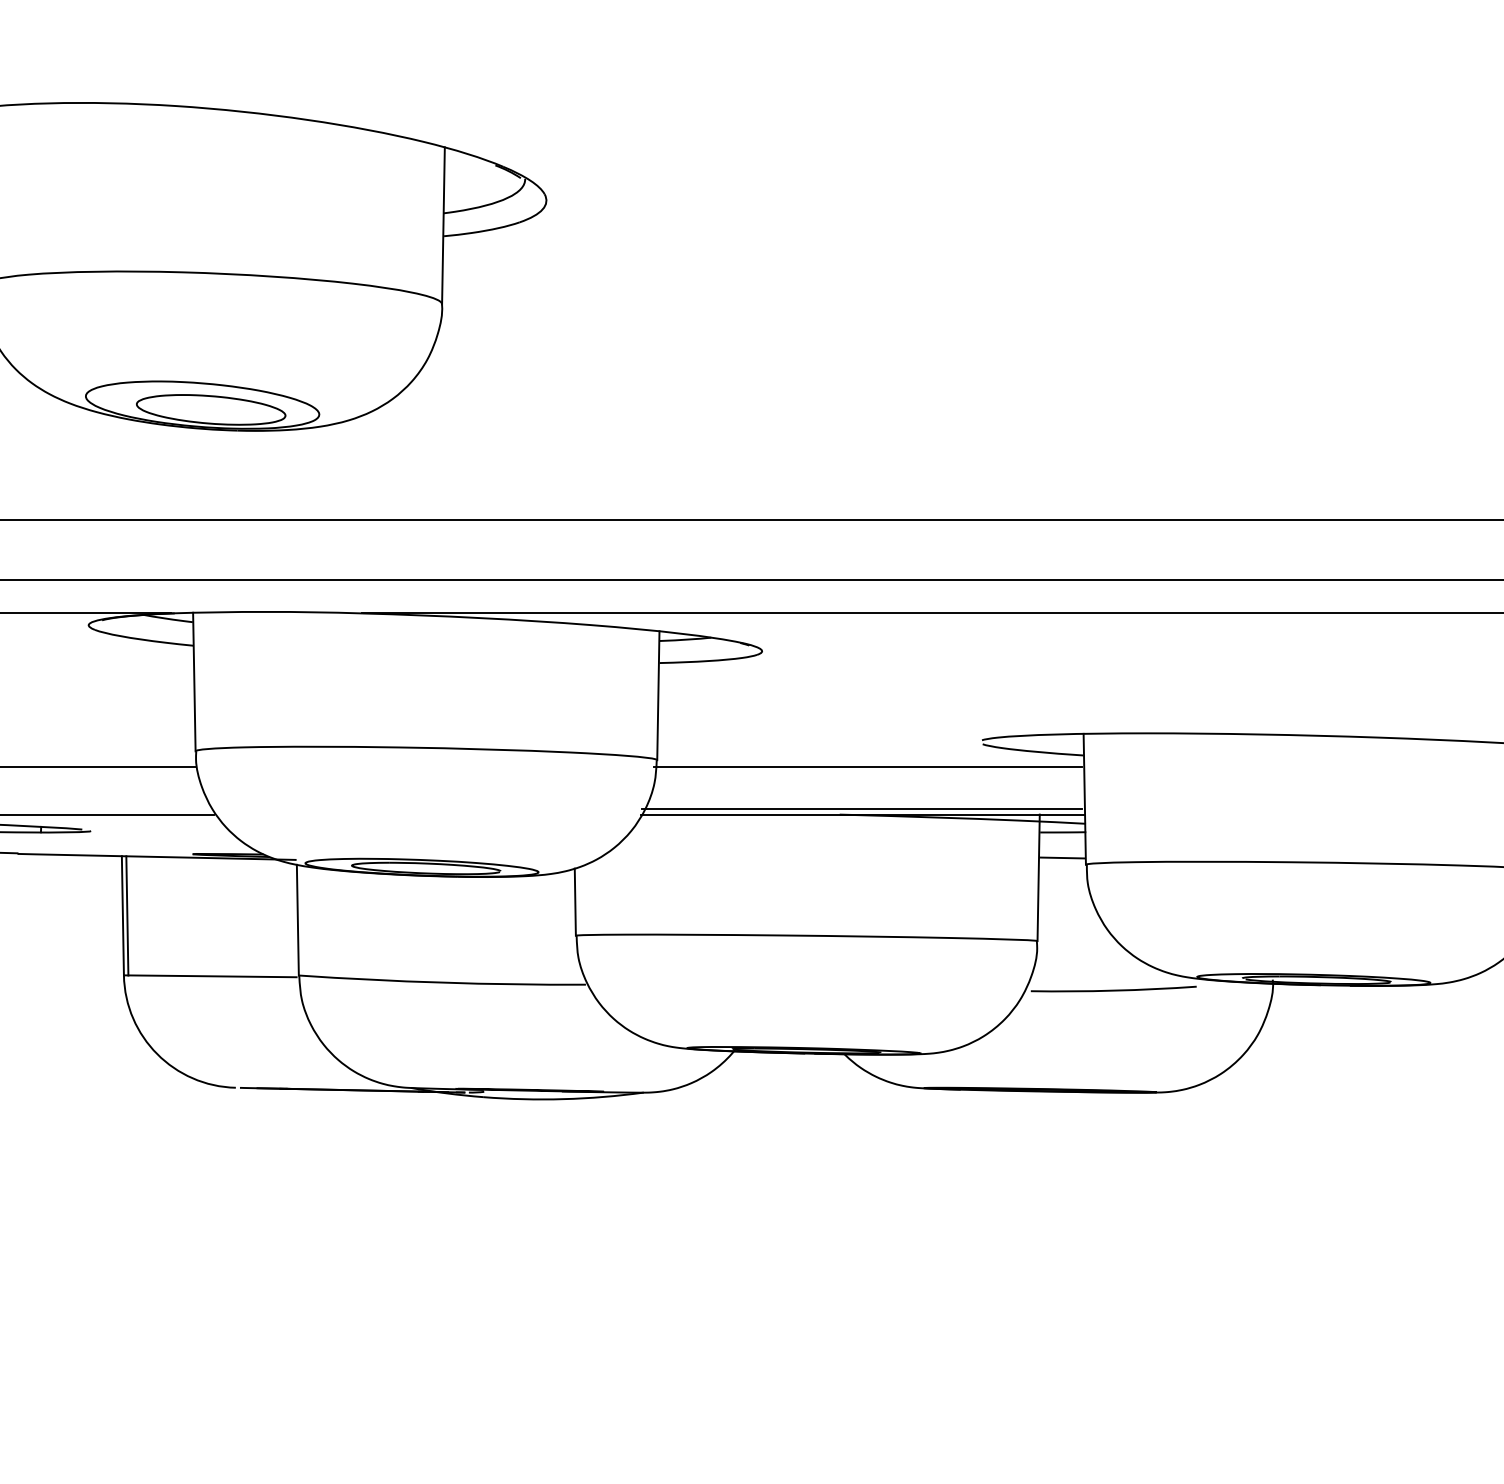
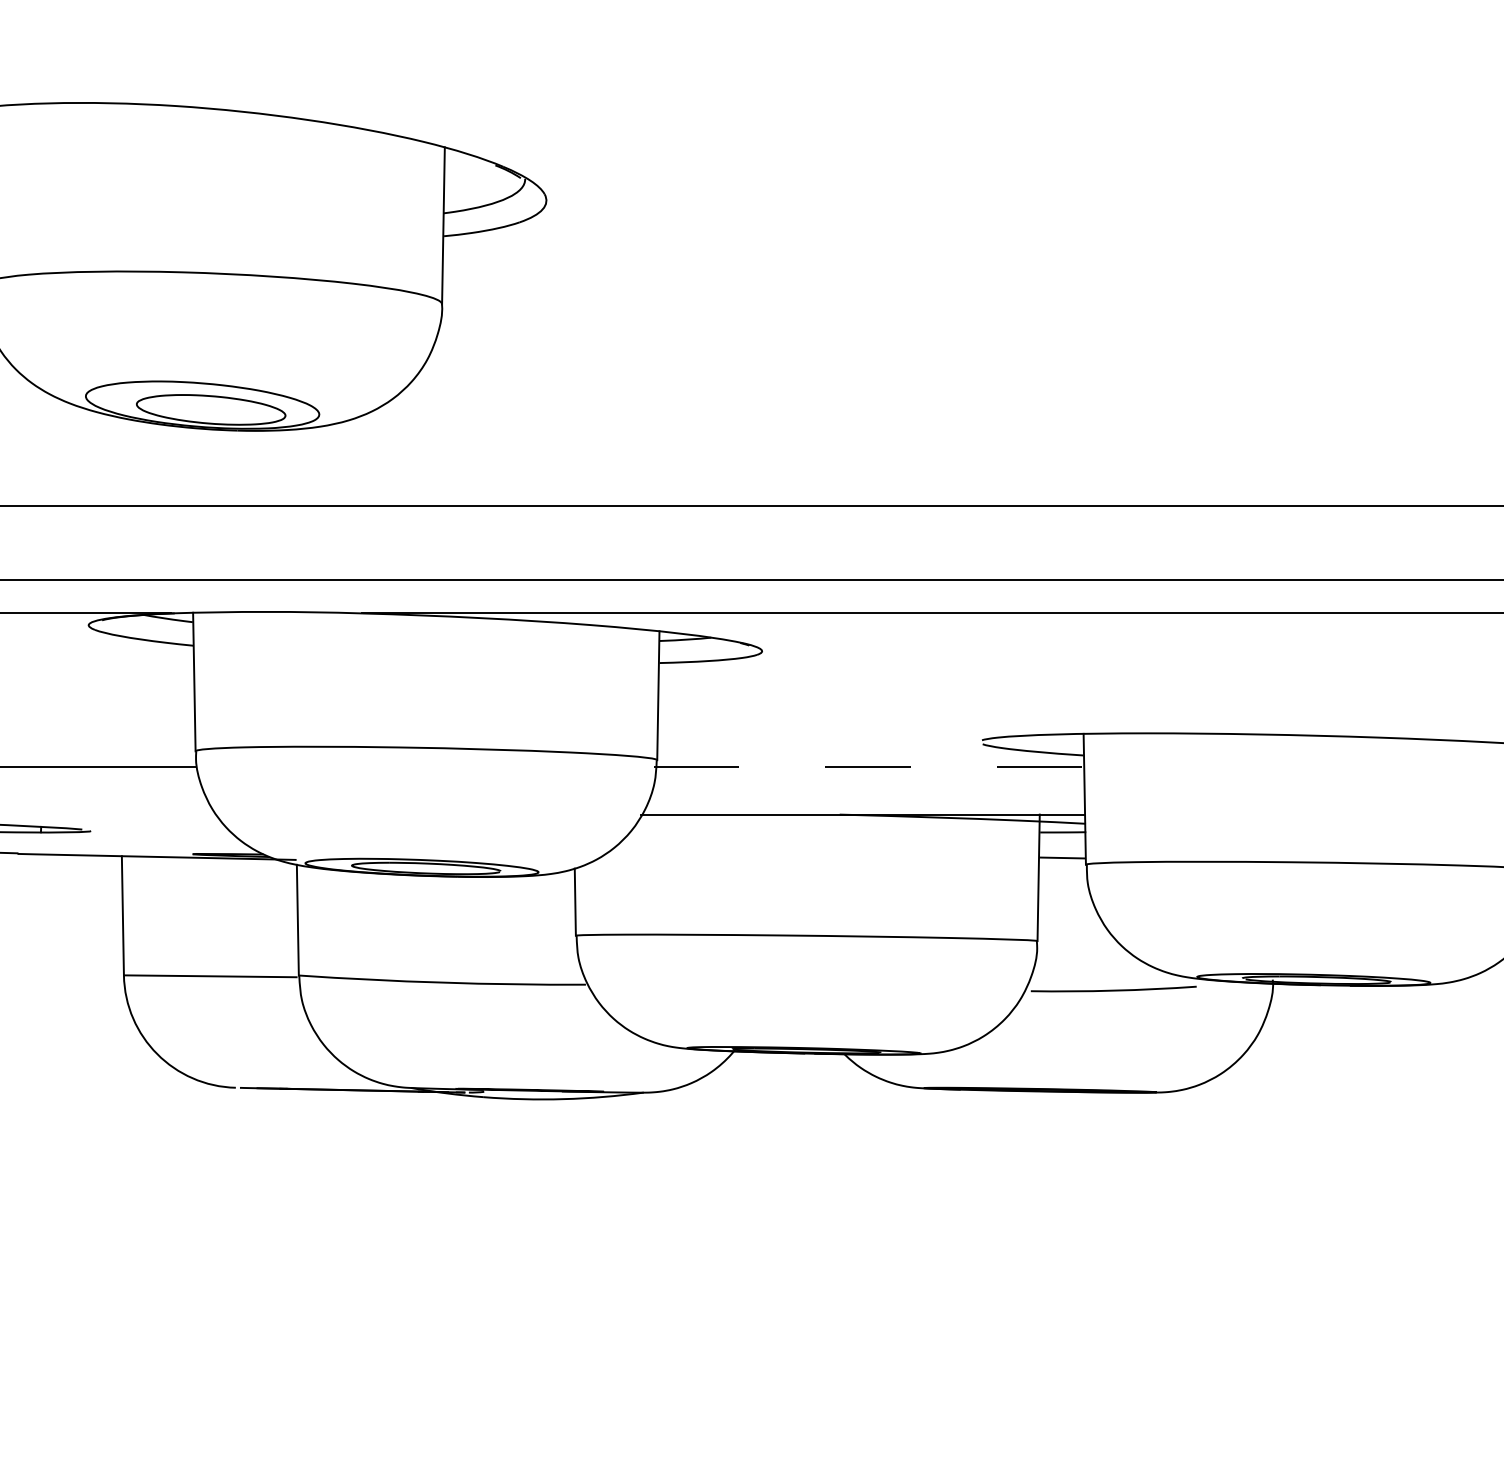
line at (751, 519) position: (751, 519) -> (751, 505)
line at (867, 766): solid -> dashed
line at (862, 809): present -> none
line at (108, 814): present -> none
line at (127, 915): present -> none
